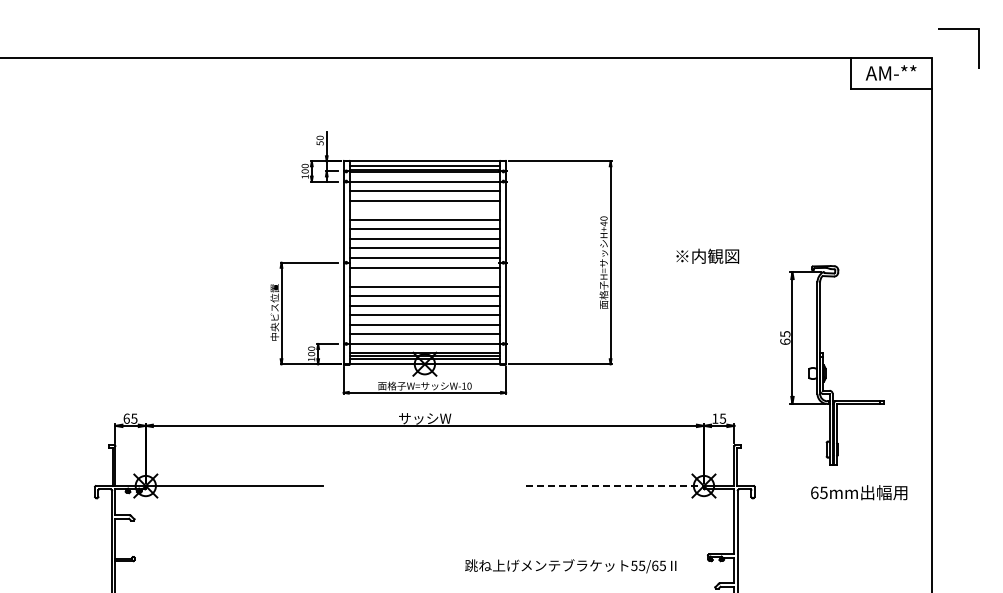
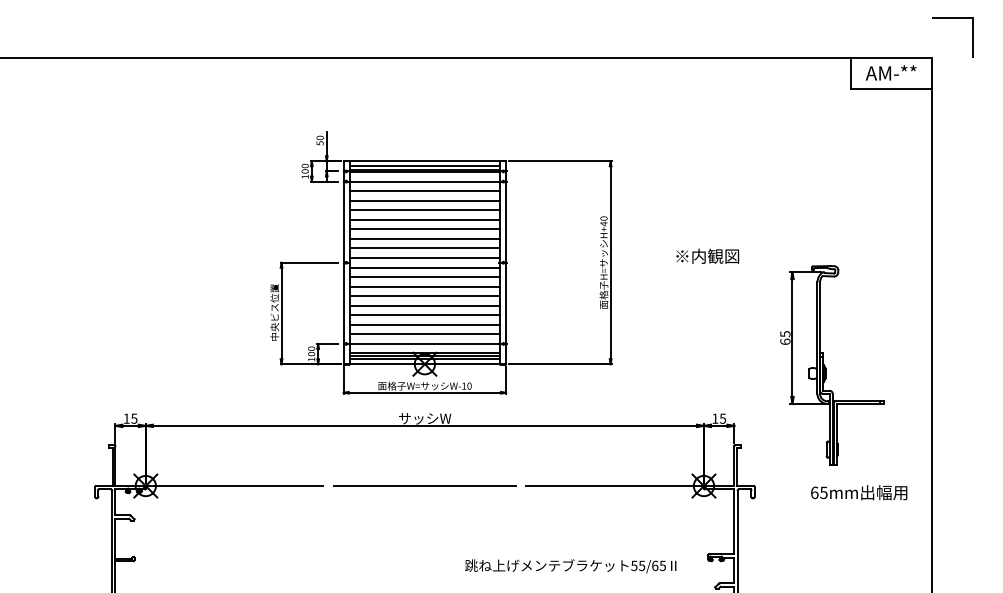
line at (958, 29) position: (958, 29) -> (952, 18)
line at (424, 210): none -> present
line at (424, 277): none -> present
text at (126, 418): 65 -> 15
line at (424, 485): none -> present
line at (615, 486): dashed -> solid
